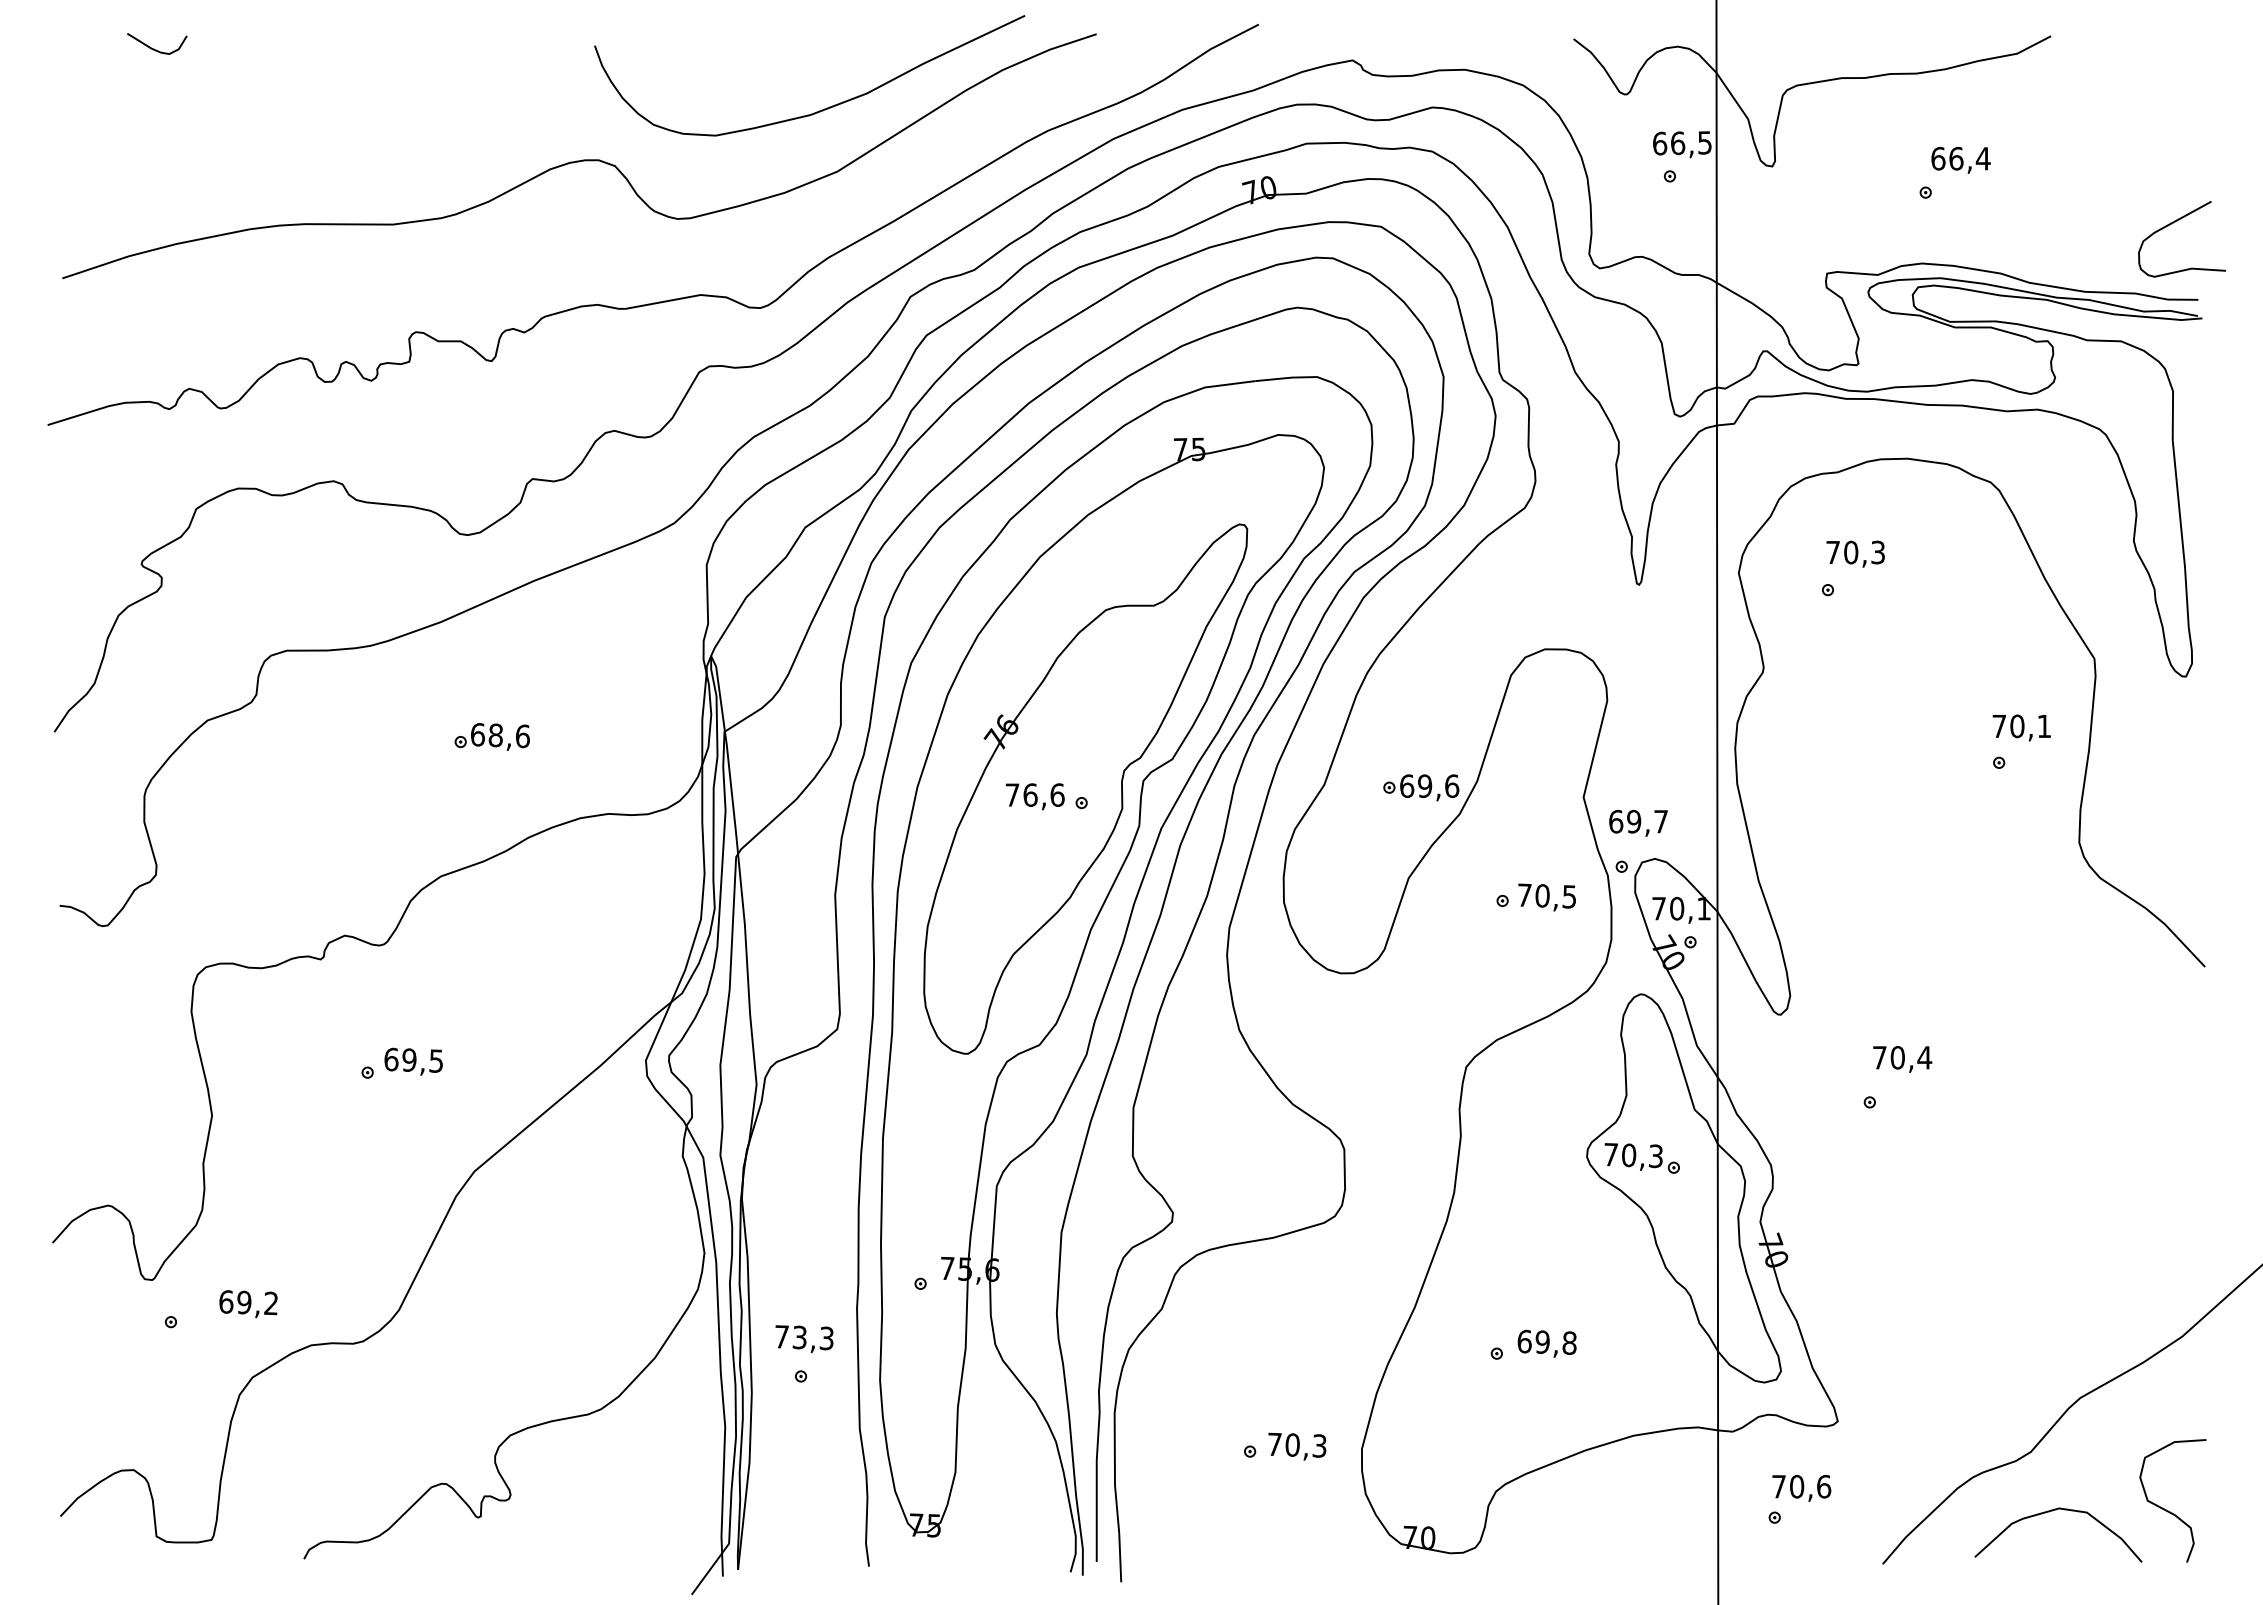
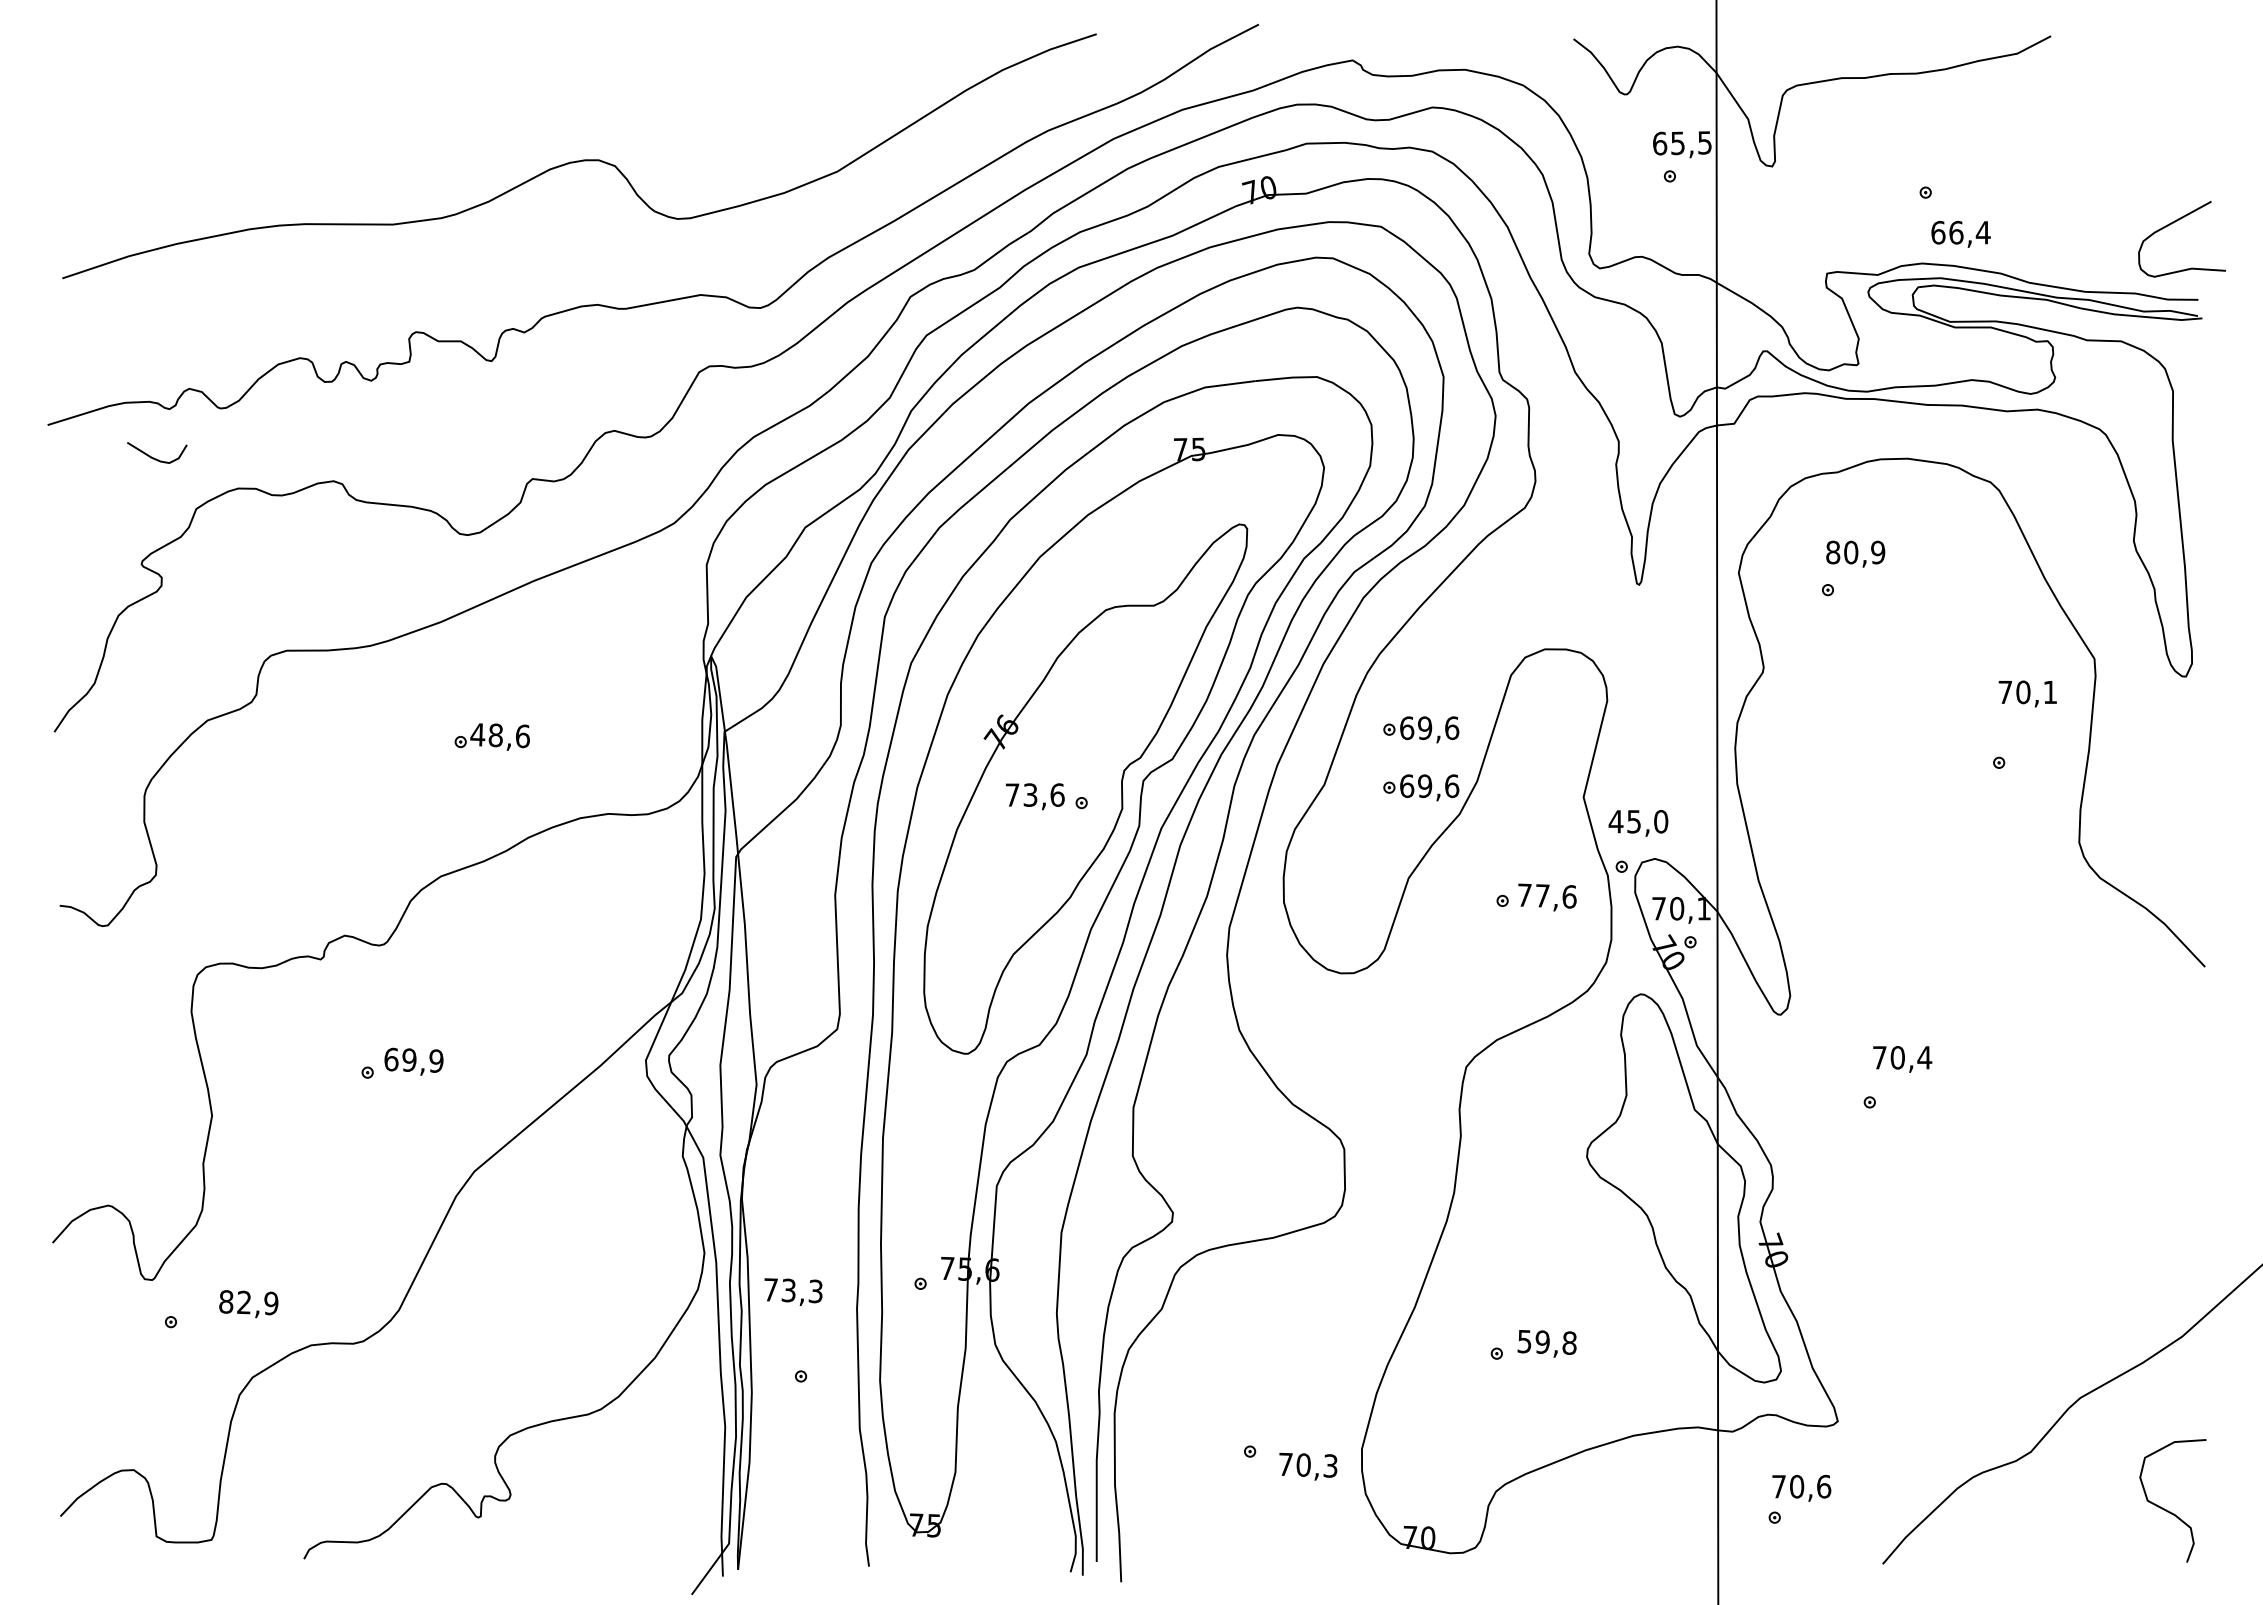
curve at (154, 48) position: (154, 48) -> (154, 457)
curve at (821, 109): present -> none
text at (1678, 143): 66,5 -> 65,5
text at (1960, 160) position: (1960, 160) -> (1960, 234)
text at (1855, 552): 70,3 -> 80,9
text at (2021, 727) position: (2021, 727) -> (2027, 693)
part at (1421, 729): none -> present
text at (477, 734): 68,6 -> 48,6
text at (1030, 794): 76,6 -> 73,6
text at (1638, 821): 69,7 -> 45,0
text at (1555, 896): 70,5 -> 77,6
text at (436, 1060): 69,5 -> 69,9
part at (1641, 1158): present -> none
text at (248, 1302): 69,2 -> 82,9
text at (804, 1338) position: (804, 1338) -> (793, 1291)
text at (1524, 1341): 69,8 -> 59,8
text at (1297, 1446) position: (1297, 1446) -> (1308, 1466)
curve at (2052, 1511): present -> none
